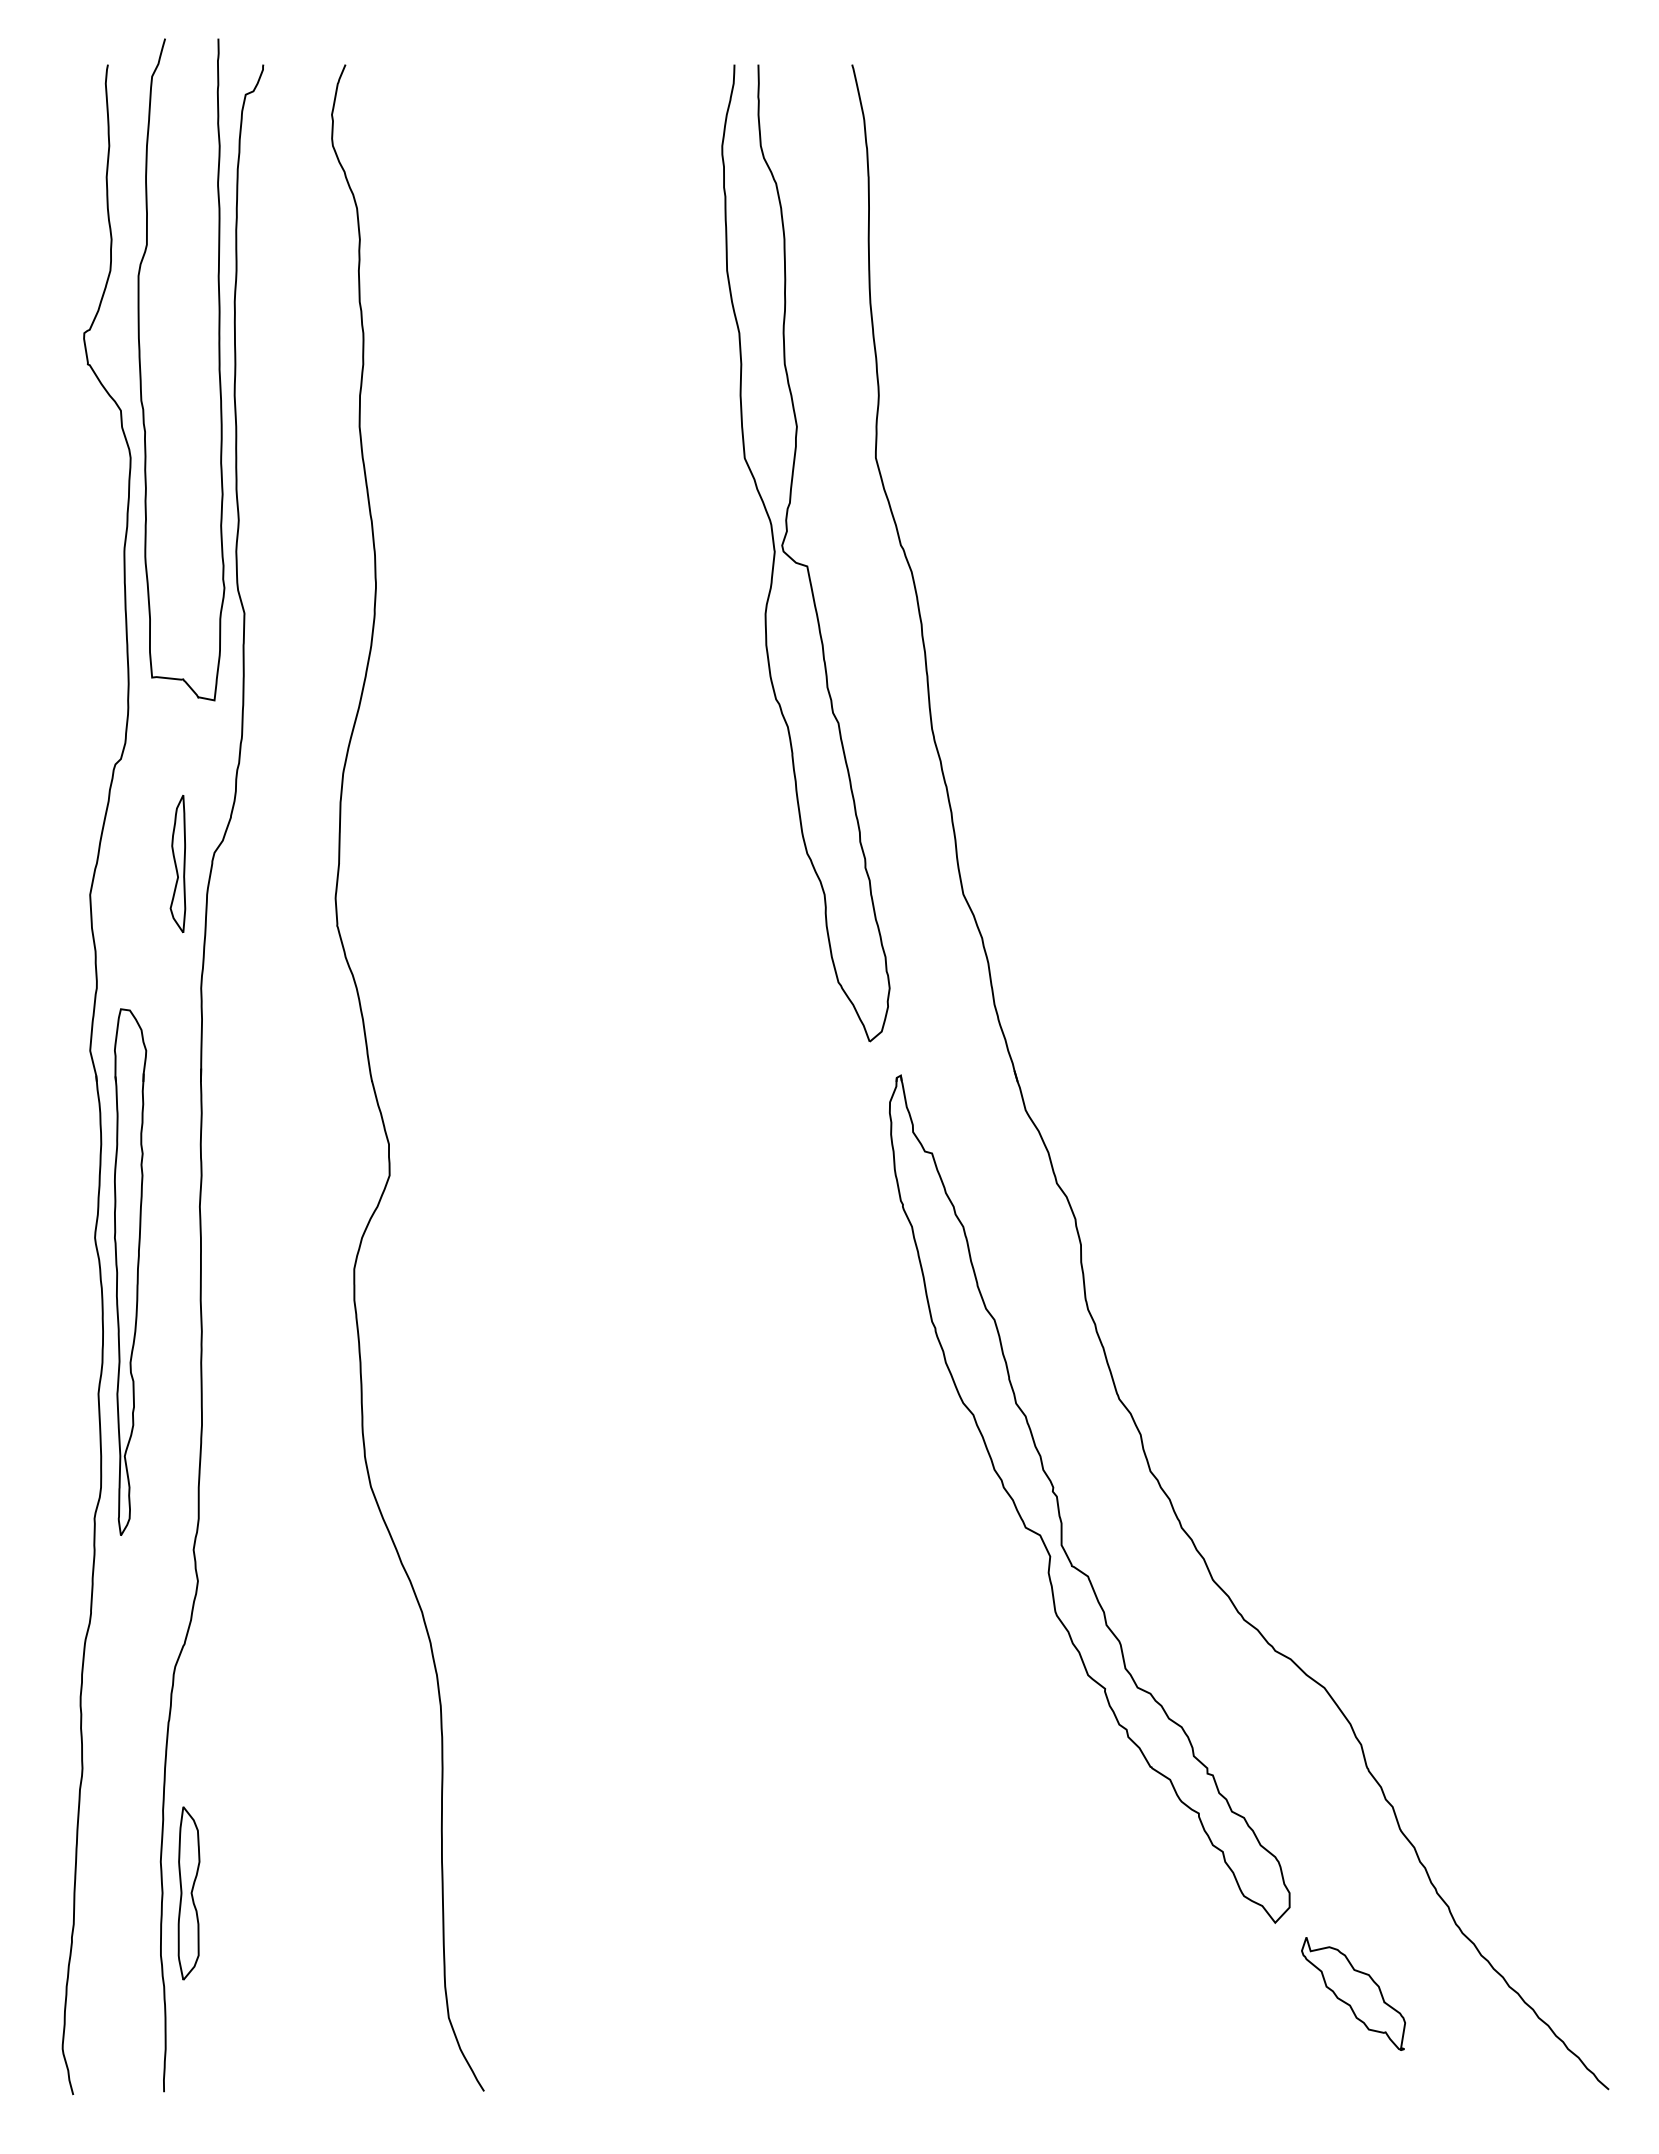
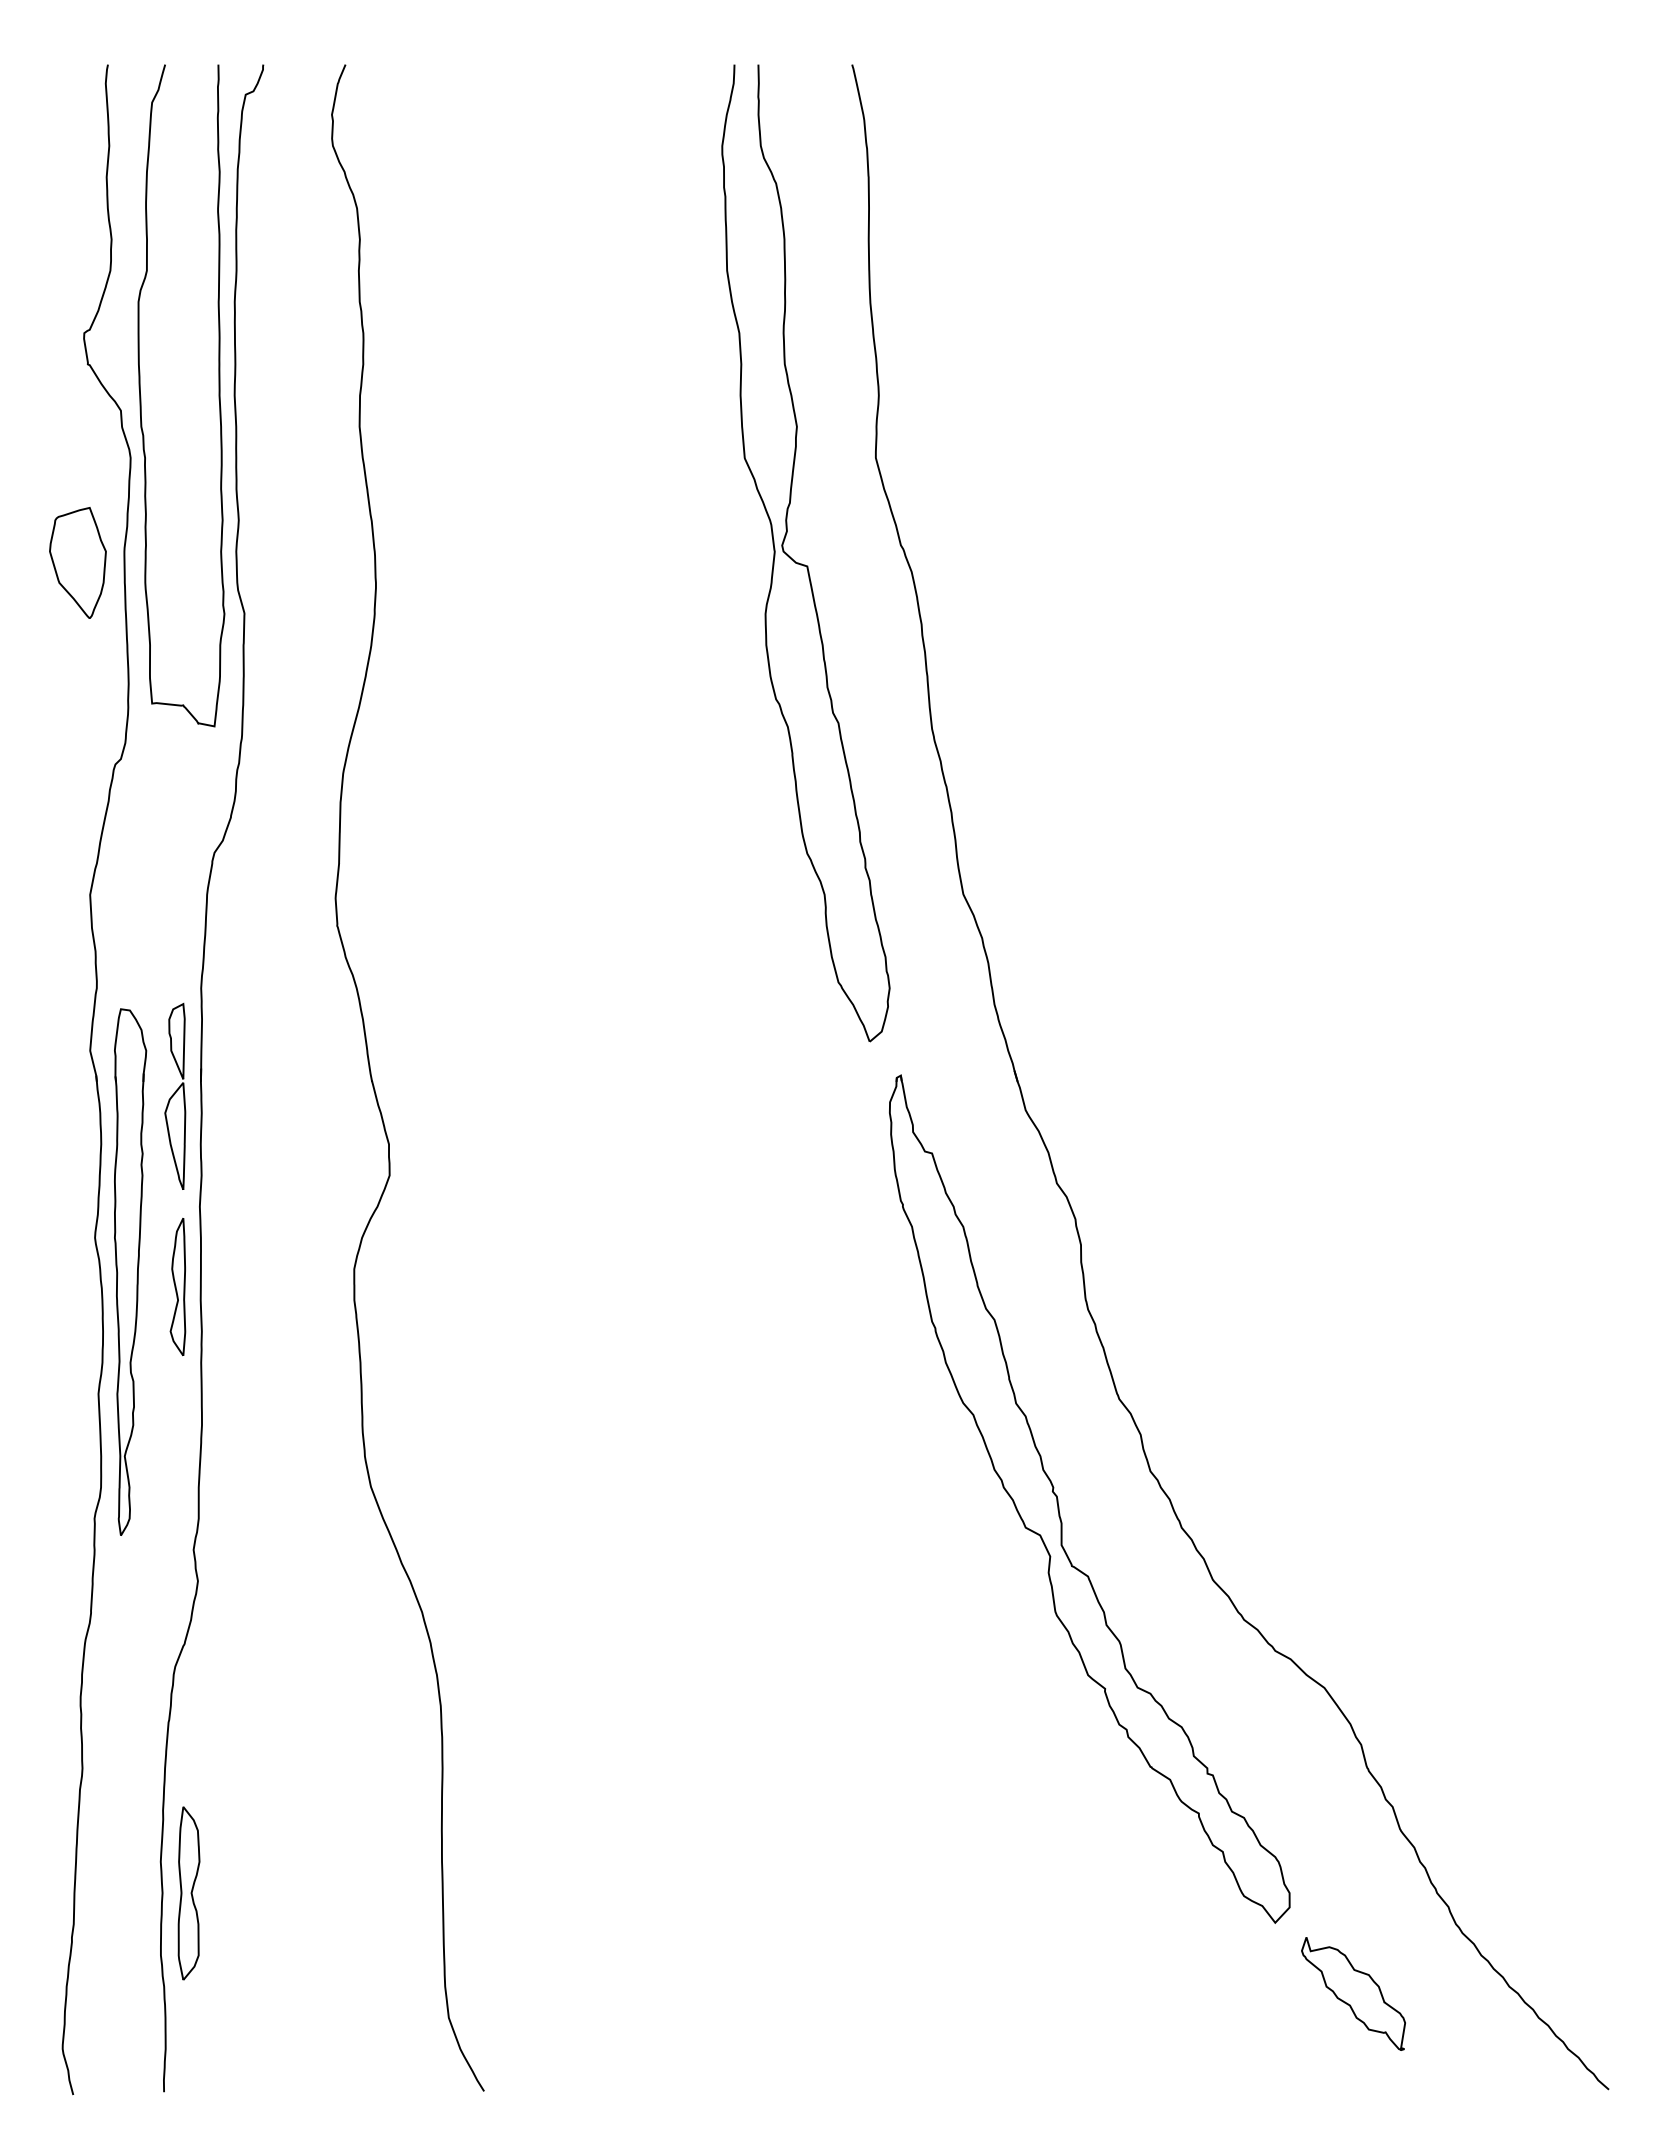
curve at (218, 369) position: (218, 369) -> (218, 395)
part at (77, 562): none -> present
part at (177, 864) position: (177, 864) -> (177, 1287)
part at (175, 1095): none -> present
